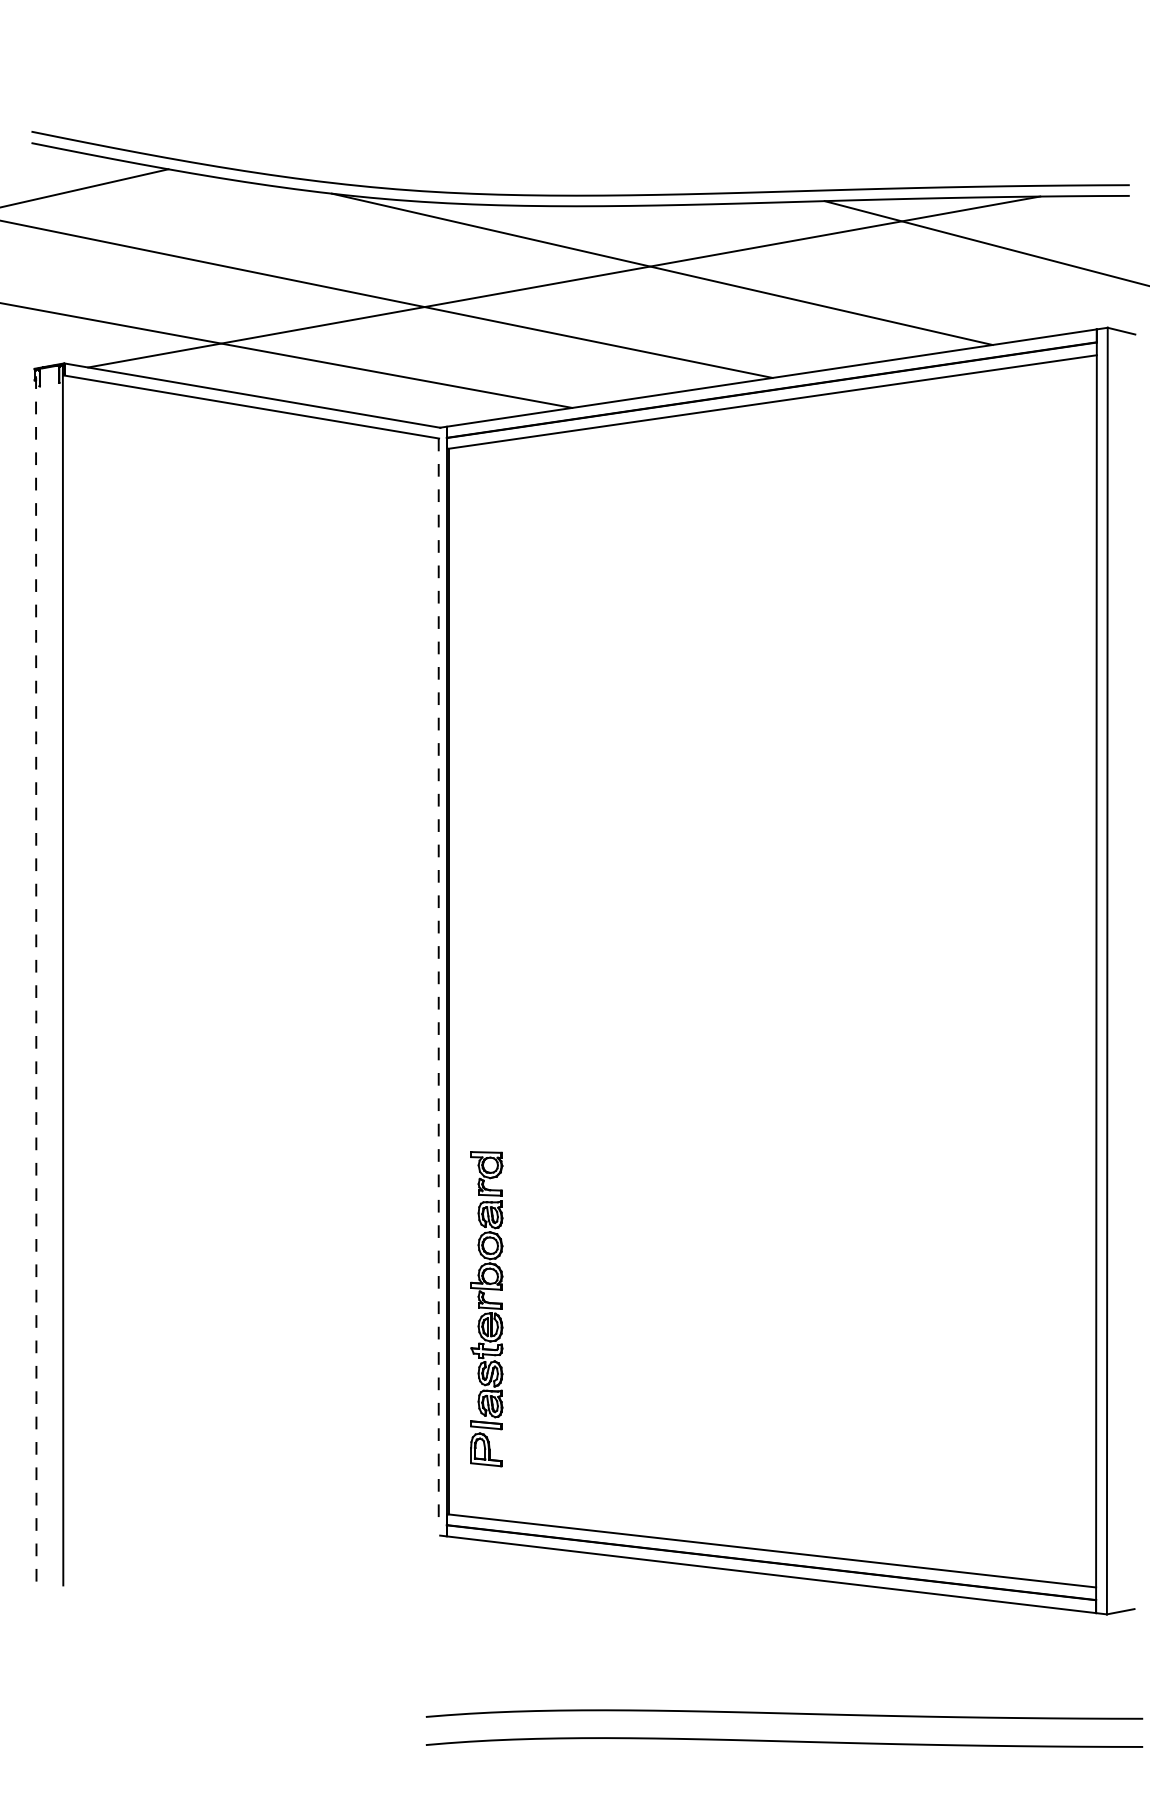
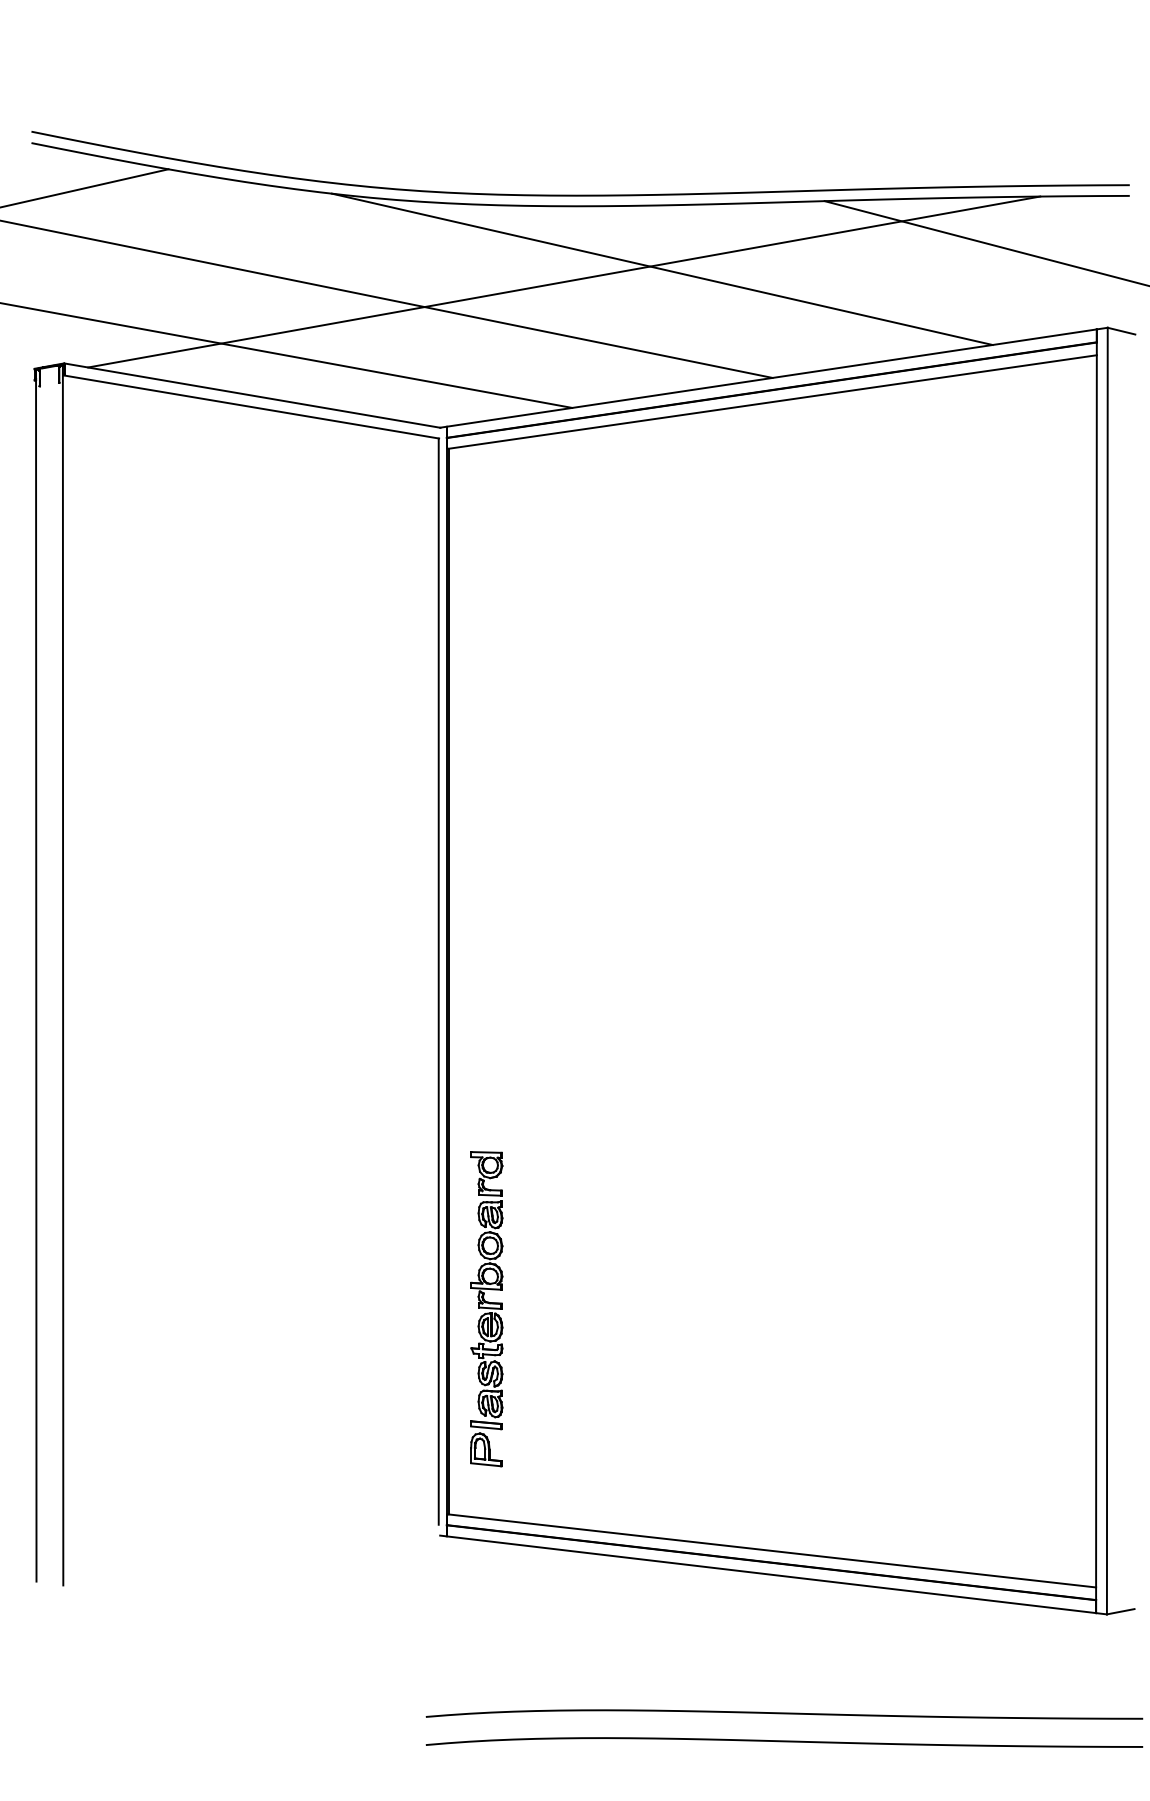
line at (36, 974): dashed -> solid
line at (438, 982): dashed -> solid
